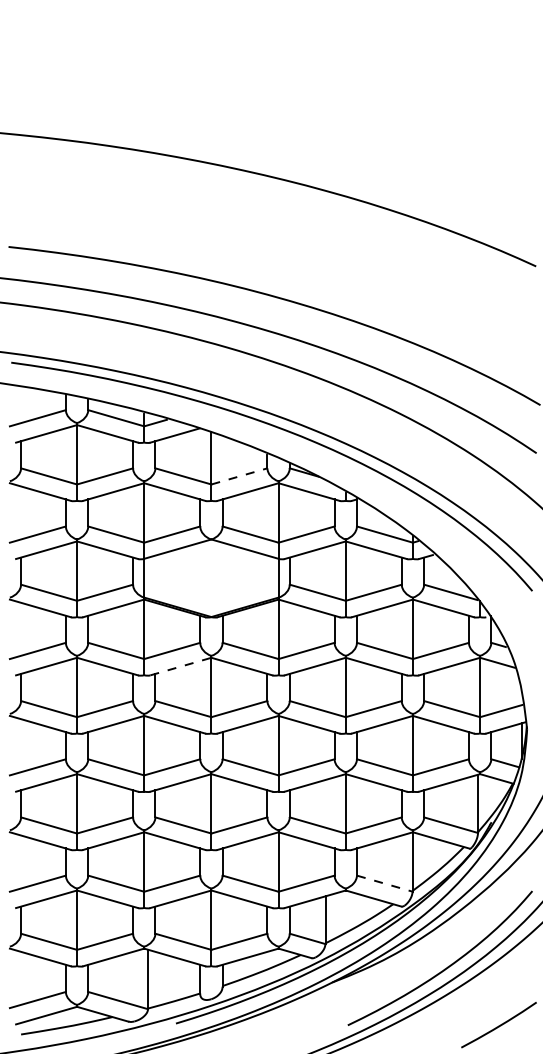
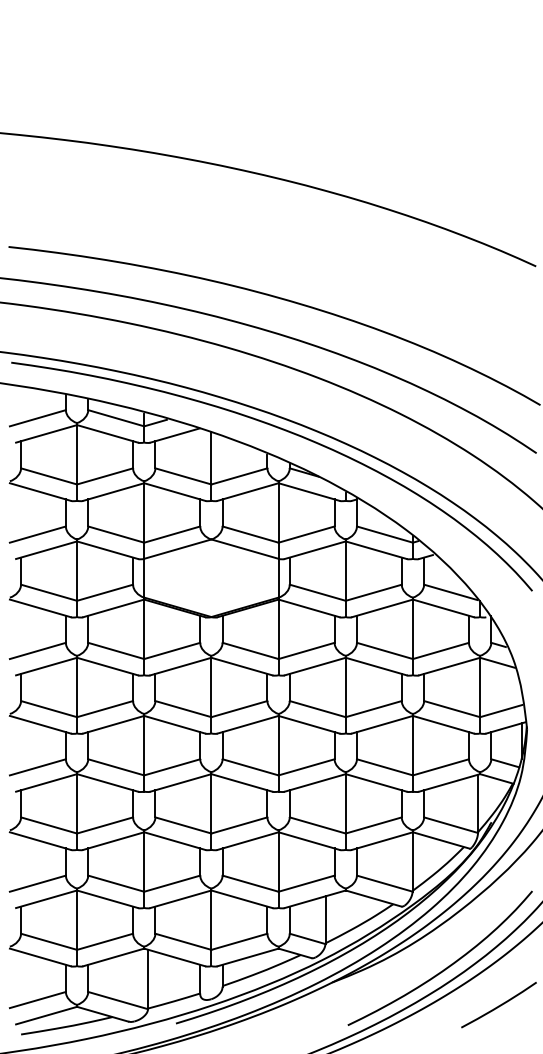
line at (239, 476): dashed -> solid
line at (180, 666): dashed -> solid
line at (384, 883): dashed -> solid
curve at (498, 1025) position: (498, 1025) -> (498, 1005)
